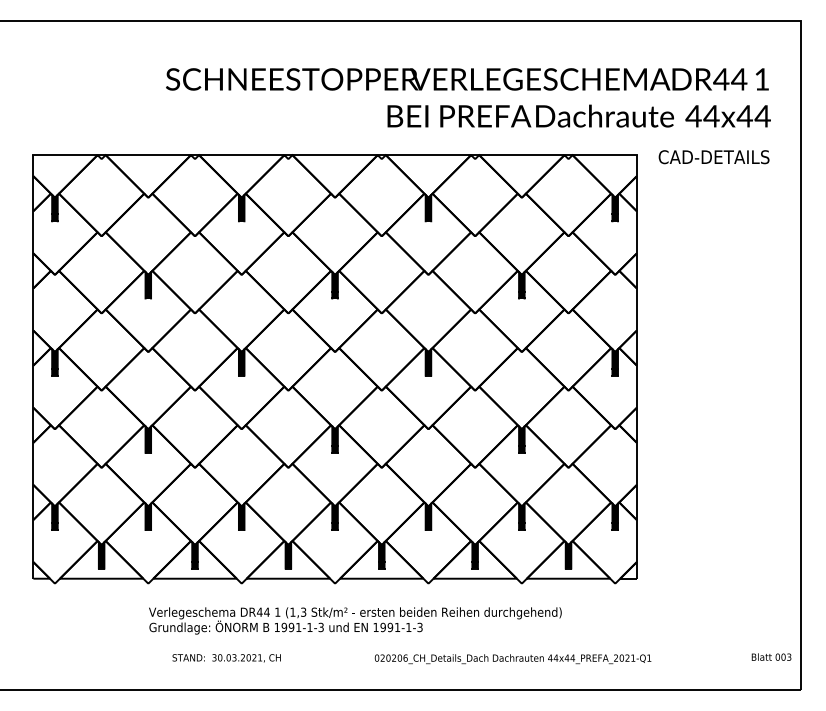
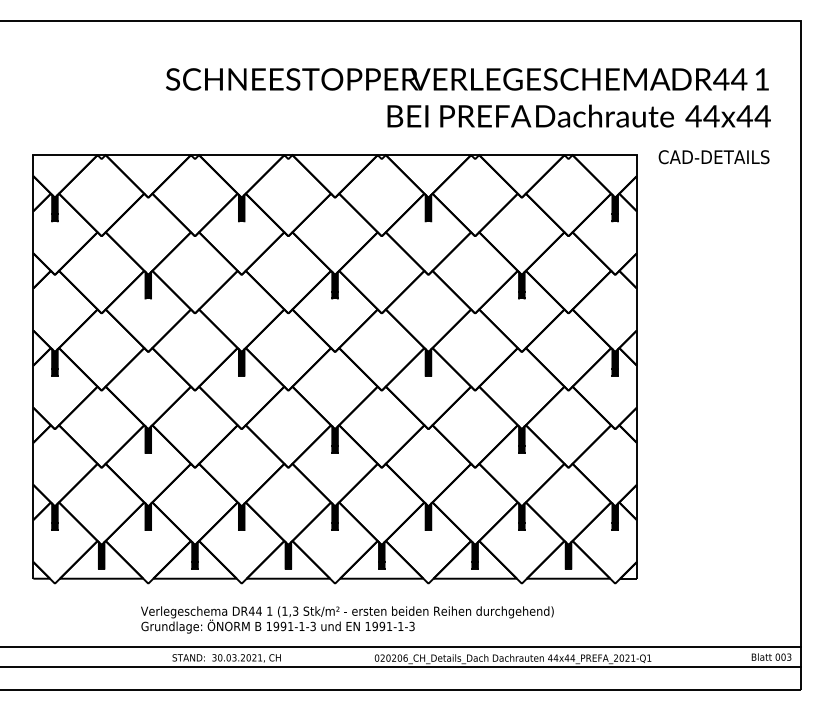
text at (355, 620) position: (355, 620) -> (347, 619)
line at (401, 647): none -> present
line at (401, 667): none -> present
